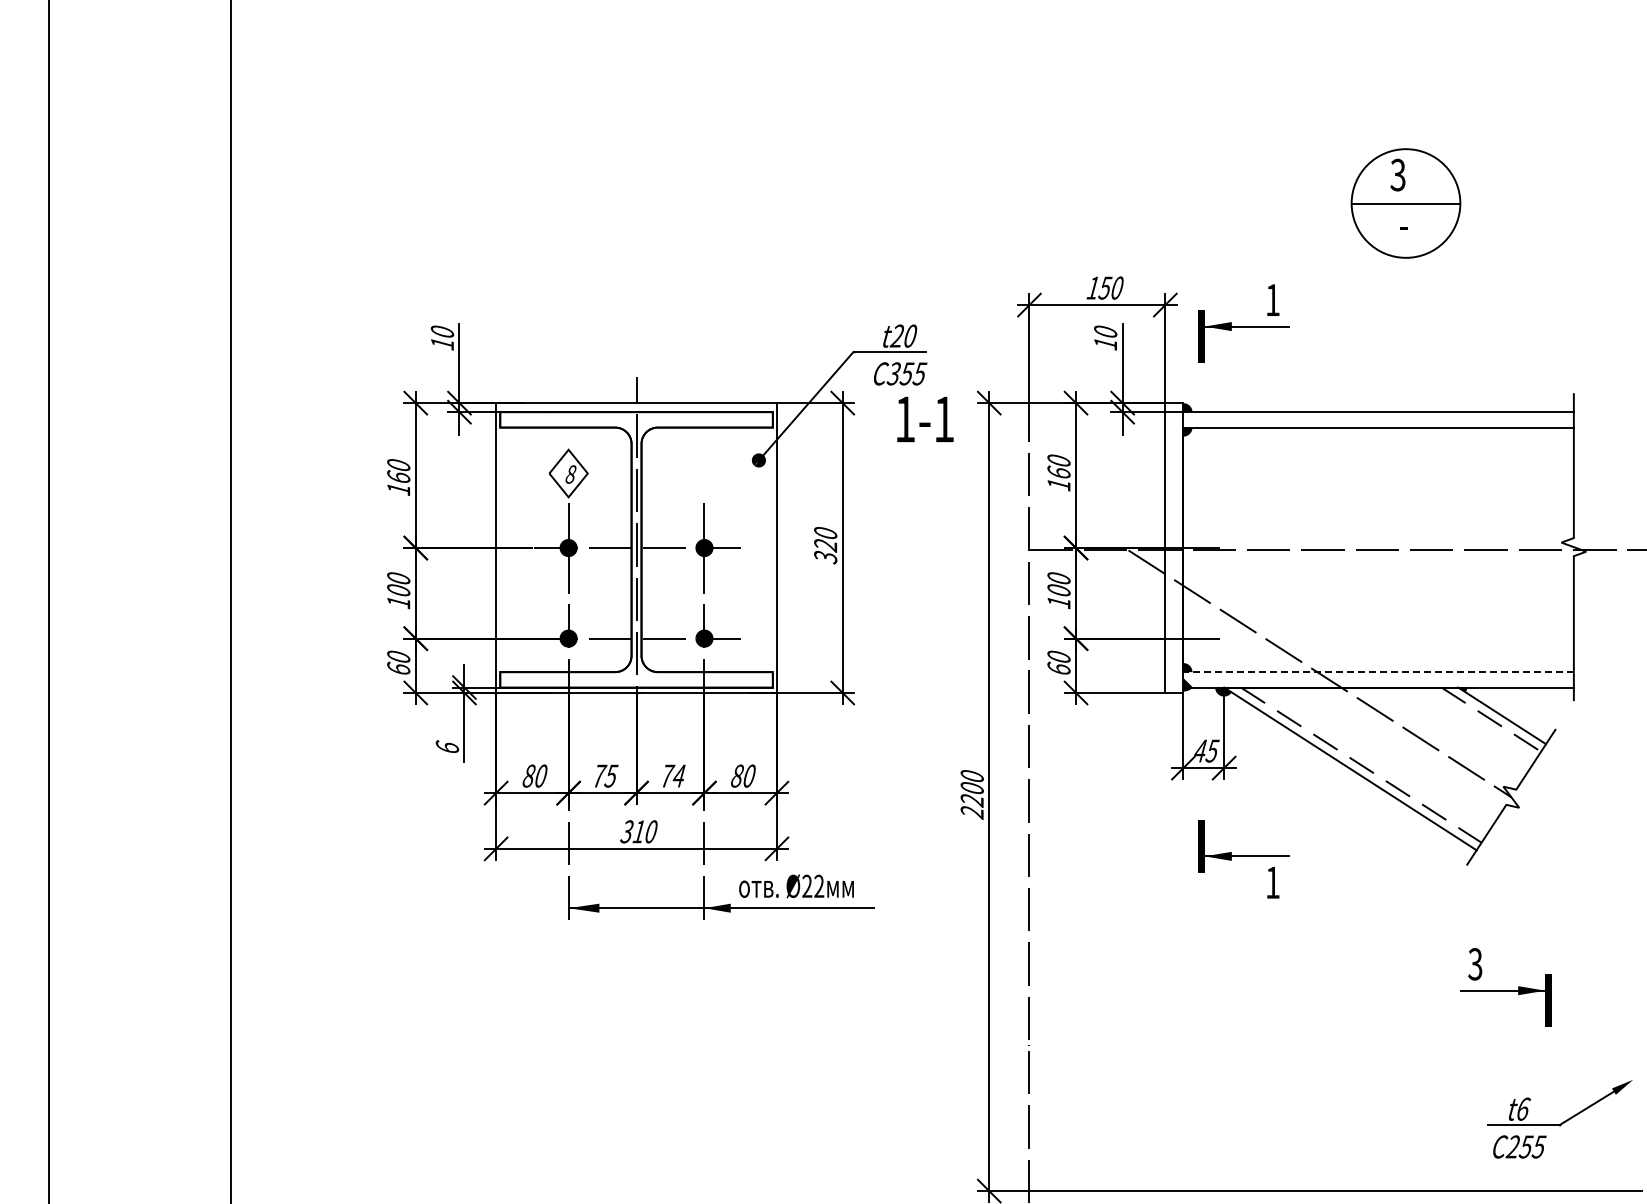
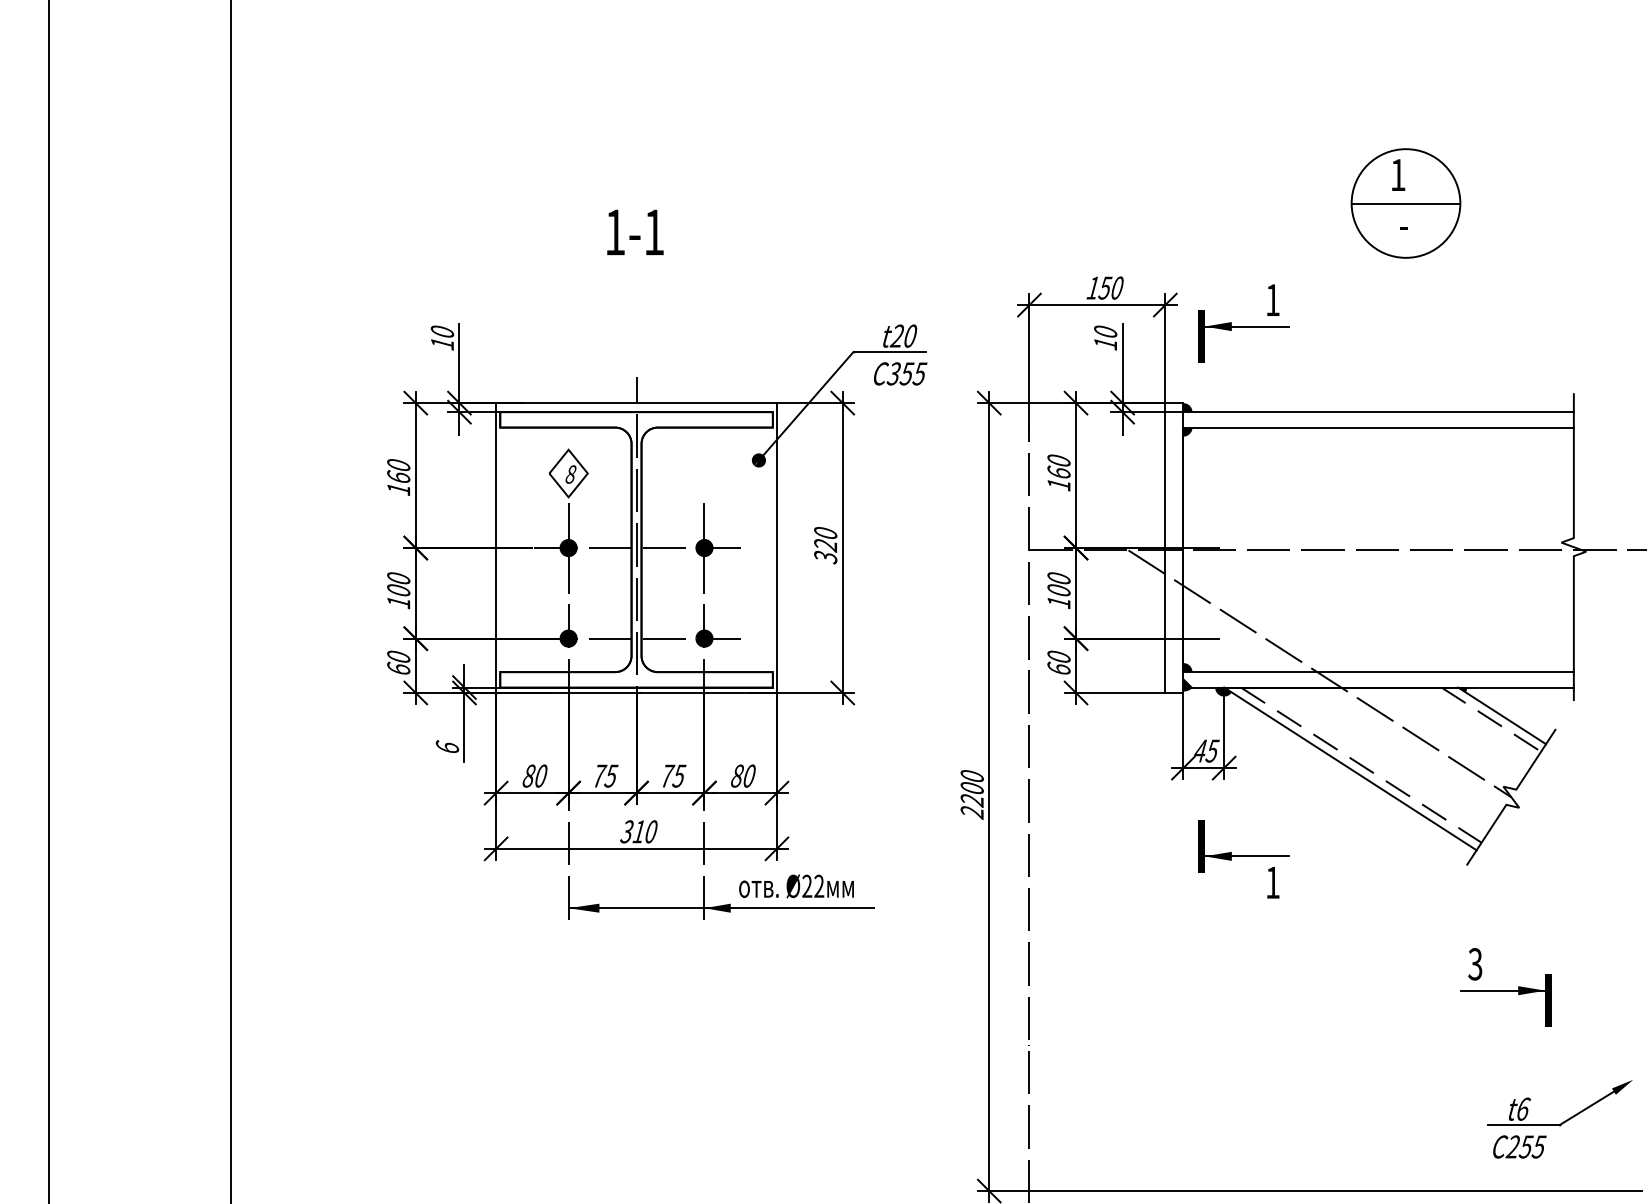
text at (1397, 174): 3 -> 1
text at (925, 419) position: (925, 419) -> (635, 232)
line at (1378, 672): dashed -> solid
text at (679, 775): 74 -> 75
